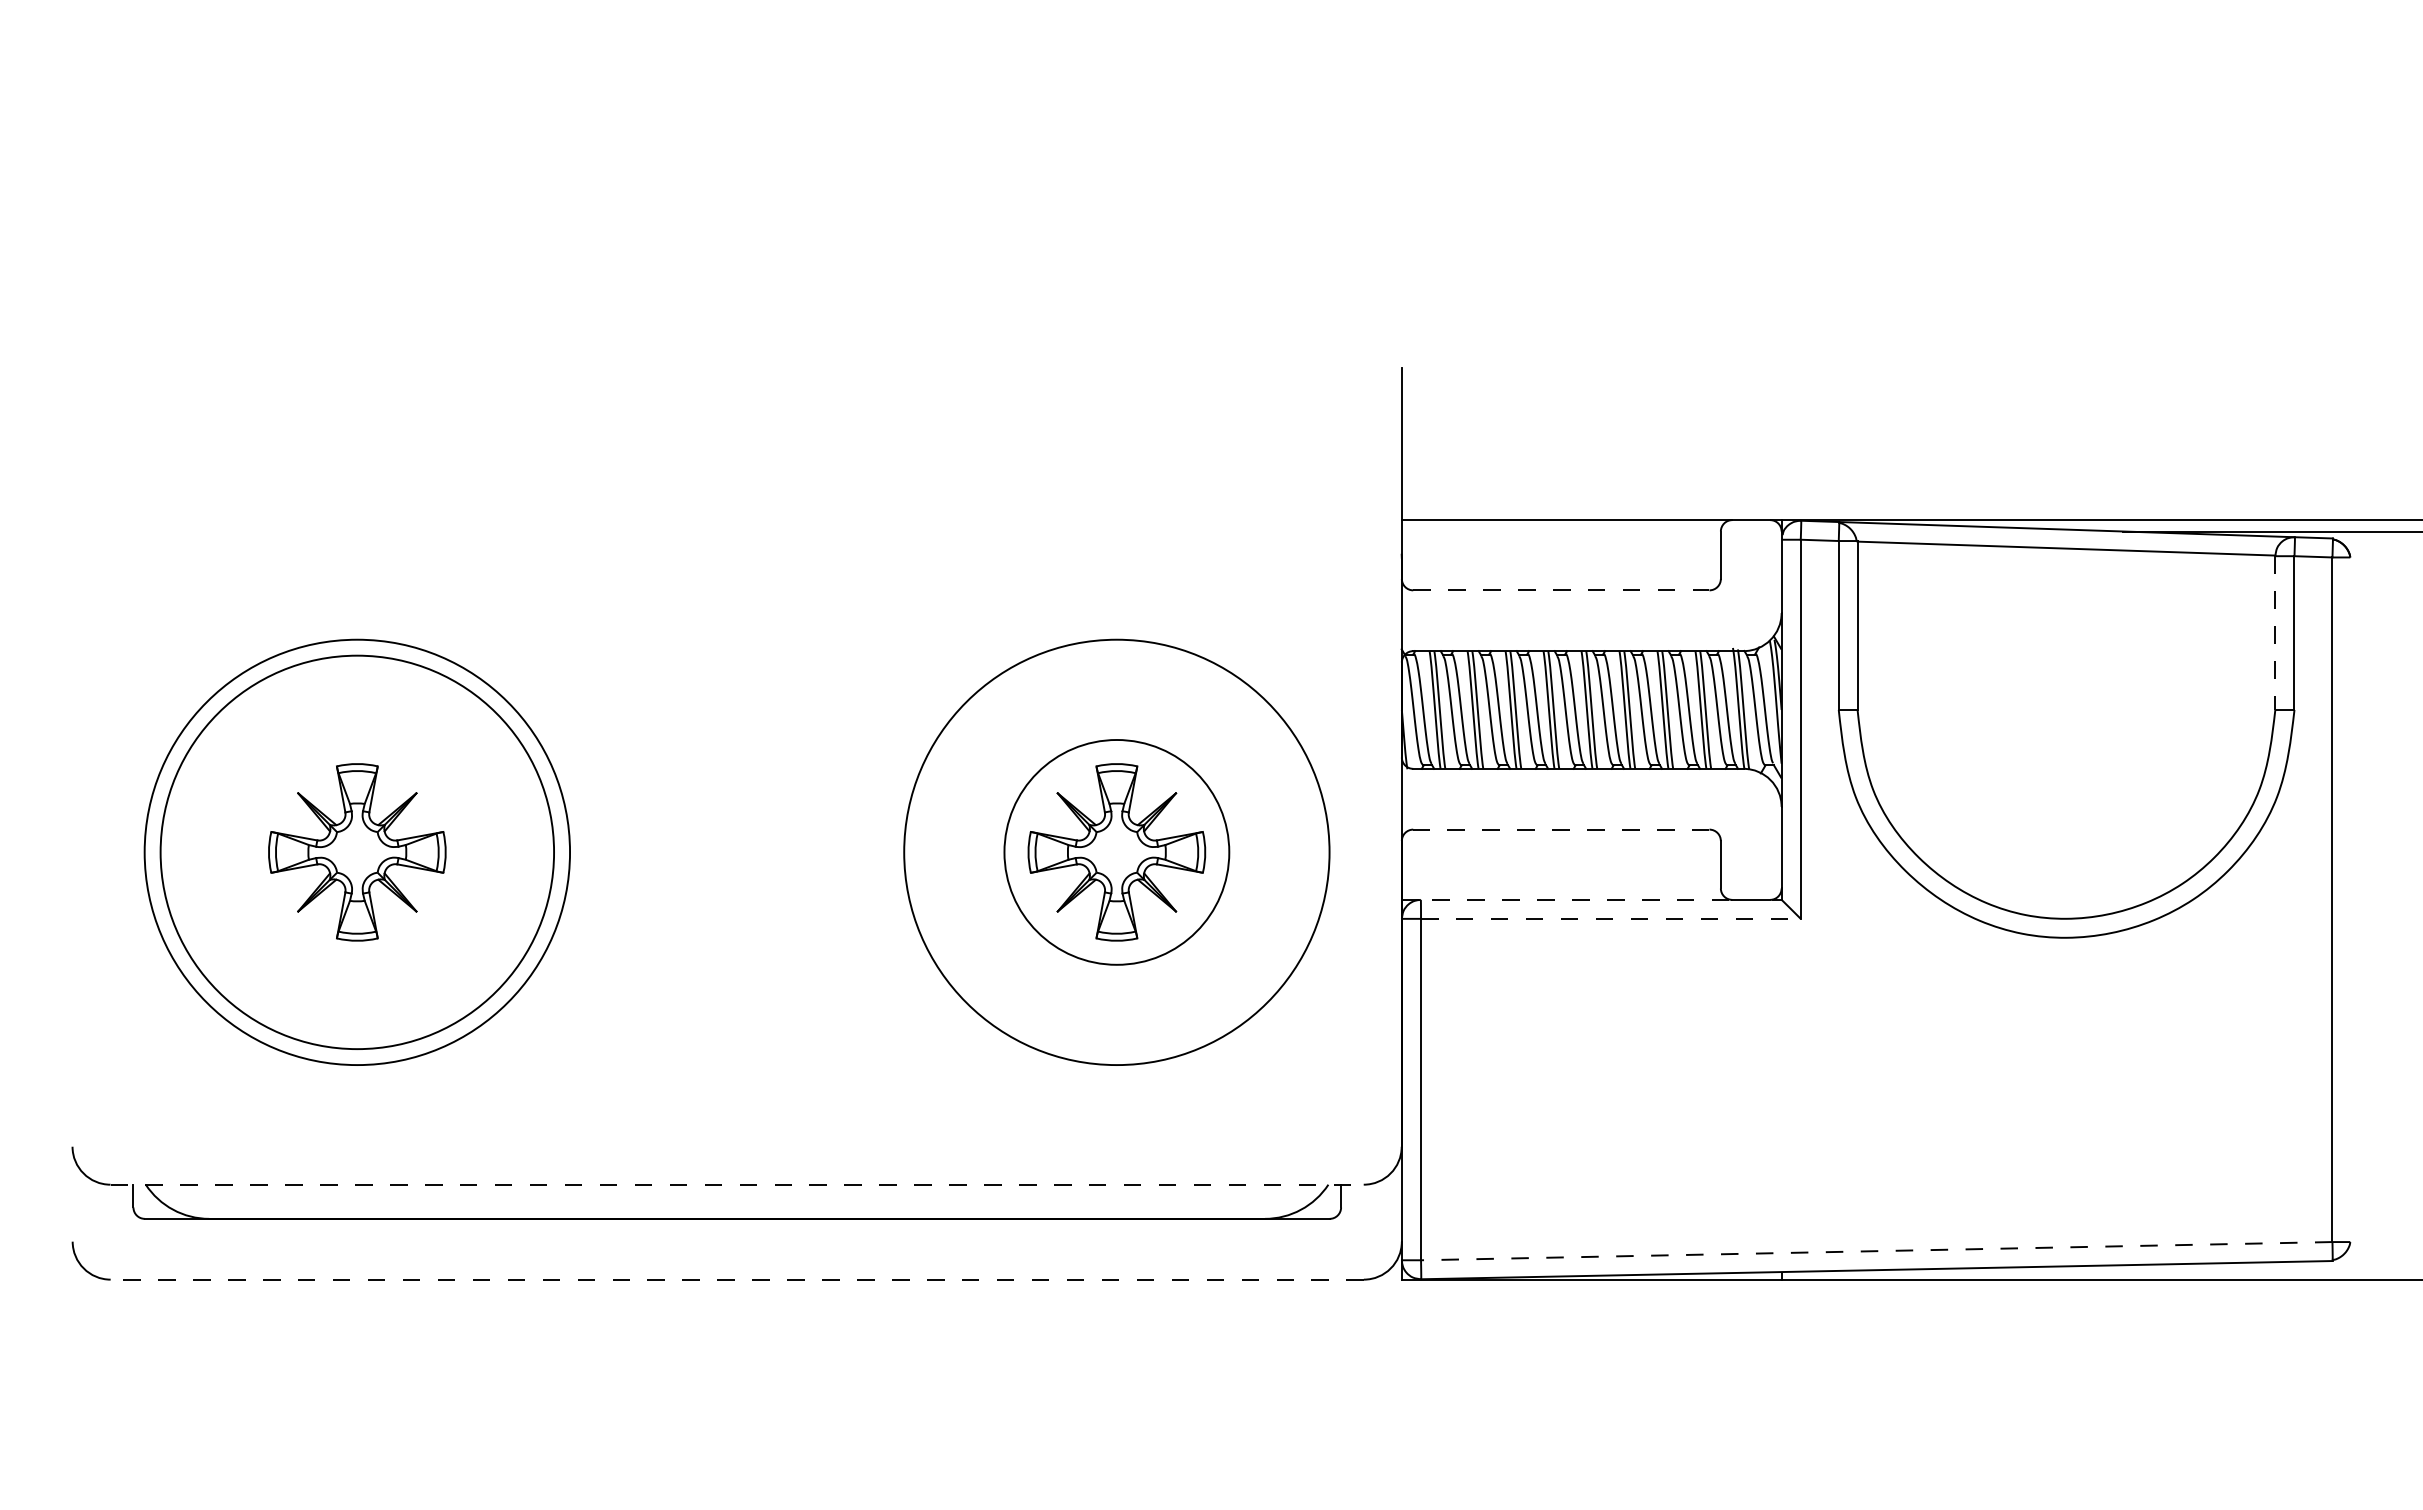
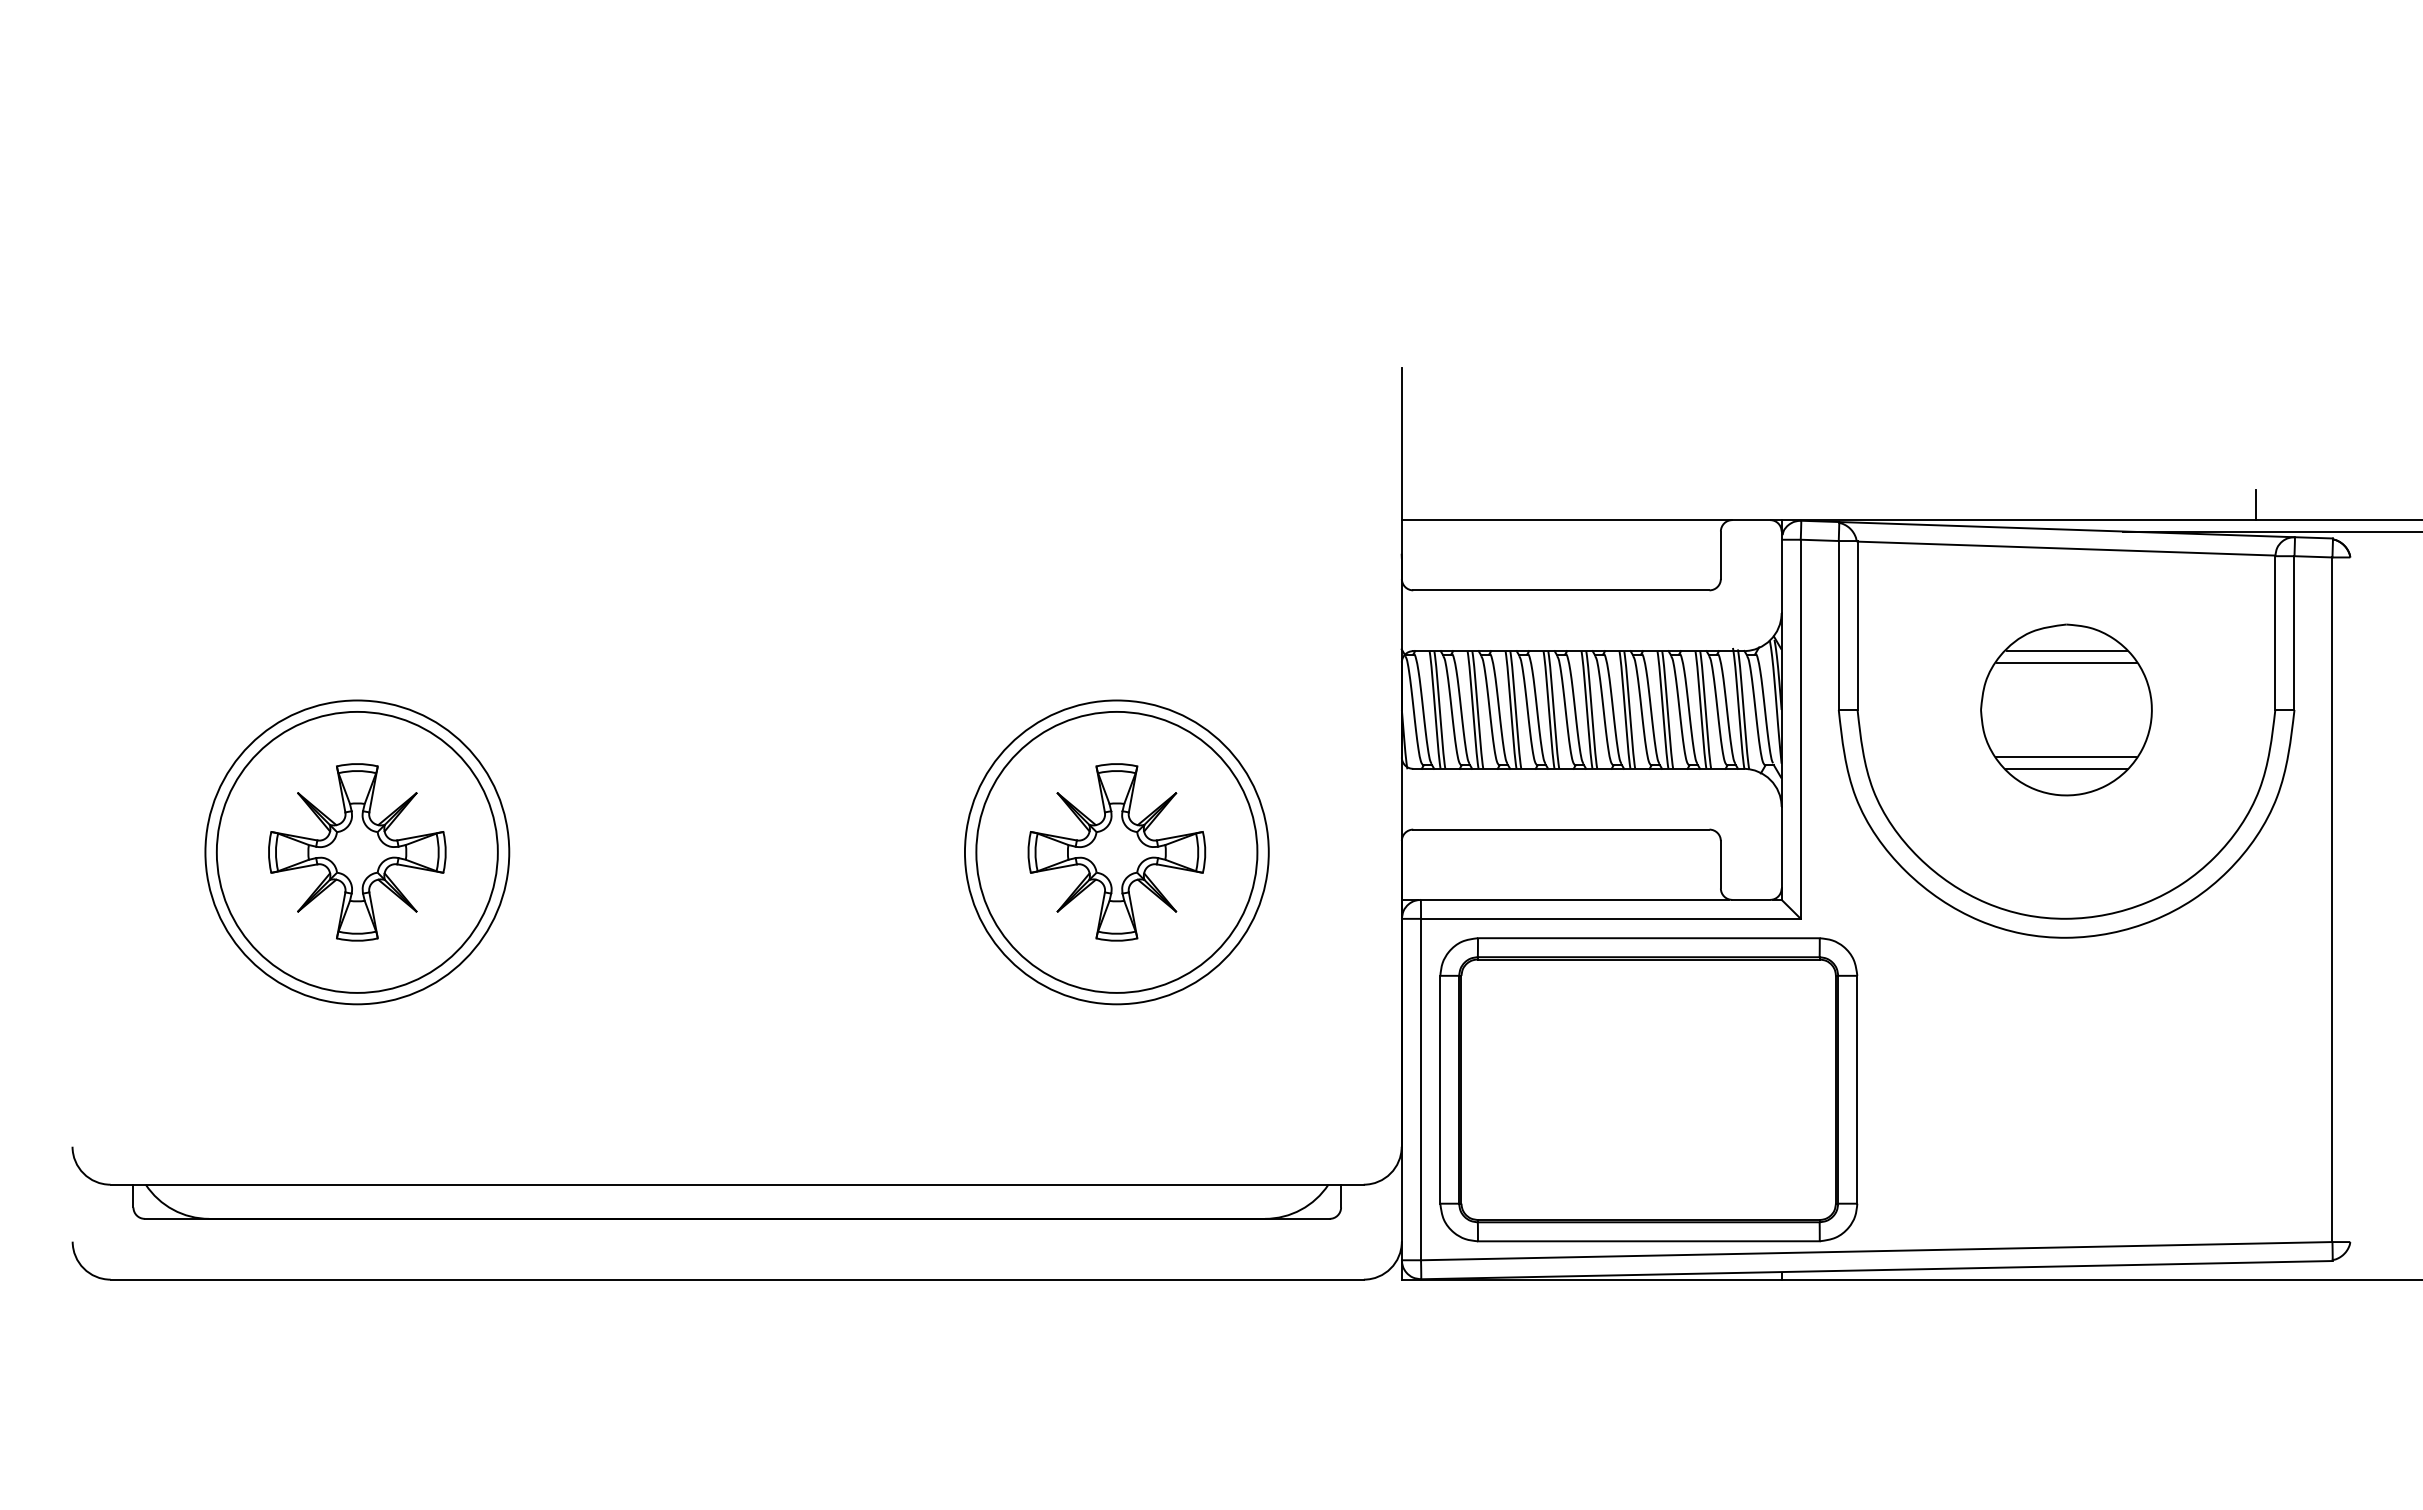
line at (2256, 504): none -> present
line at (1561, 590): dashed -> solid
line at (2275, 633): dashed -> solid
part at (2066, 709): none -> present
line at (1560, 829): dashed -> solid
circle at (1116, 851) diameter: 225 px -> 281 px
circle at (357, 852) diameter: 393 px -> 281 px
circle at (357, 852) diameter: 425 px -> 304 px
circle at (1116, 852) diameter: 425 px -> 304 px
line at (1574, 899): dashed -> solid
line at (1610, 918): dashed -> solid
part at (1648, 1089): none -> present
line at (737, 1184): dashed -> solid
line at (1876, 1251): dashed -> solid
line at (737, 1279): dashed -> solid
